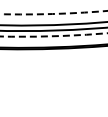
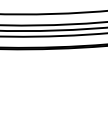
arc at (53, 13): dashed -> solid
arc at (53, 36): dashed -> solid
